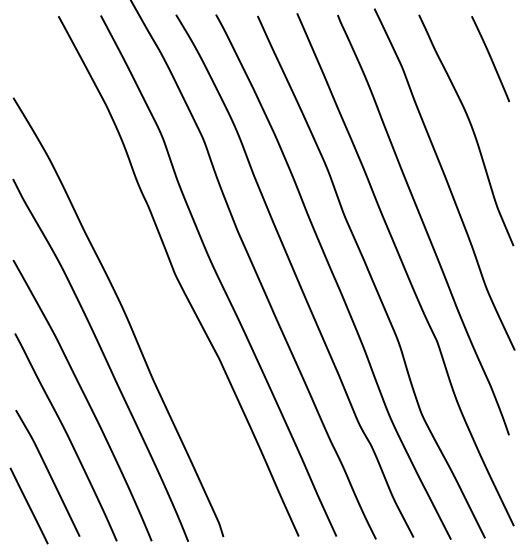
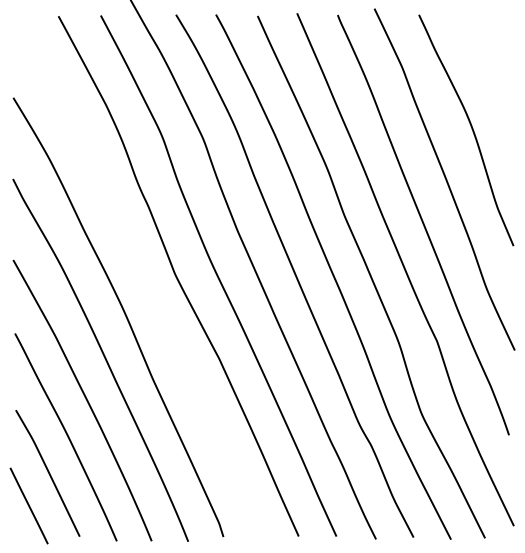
line at (490, 59): present -> none
